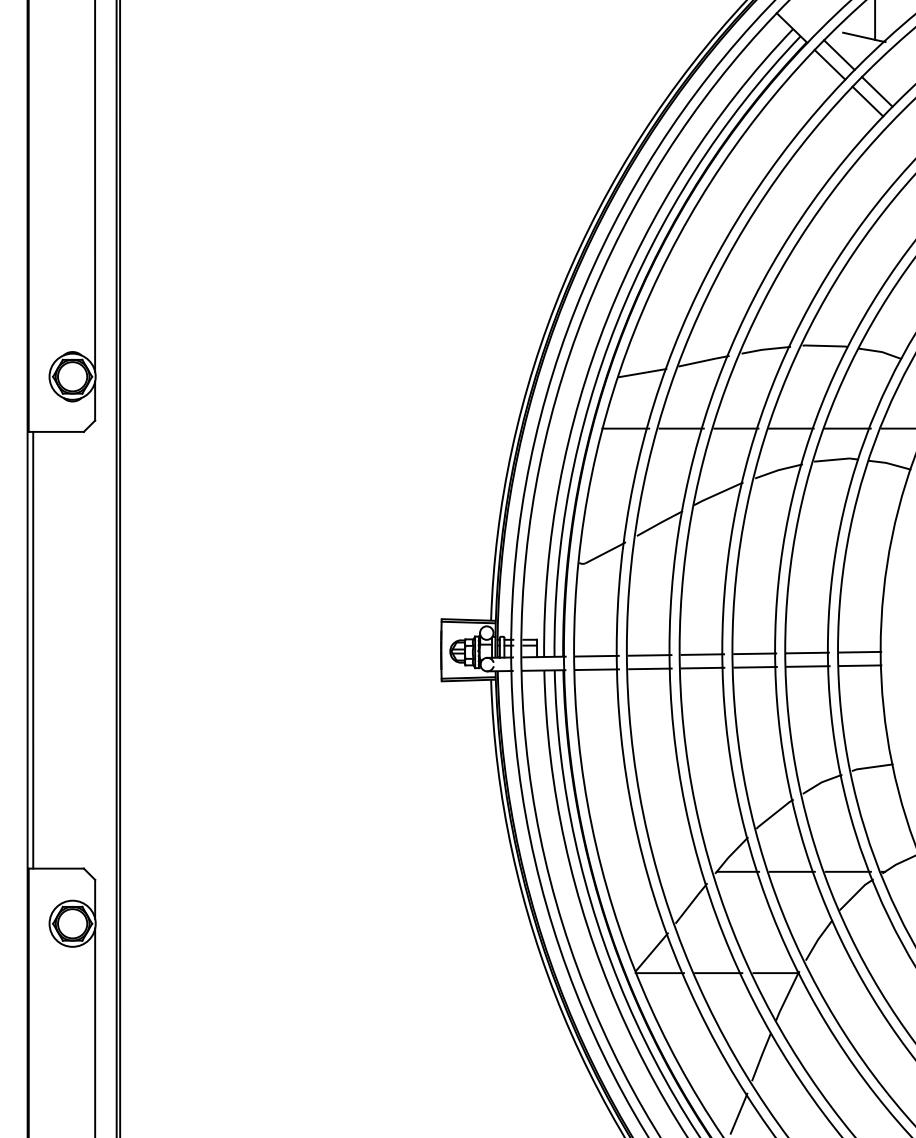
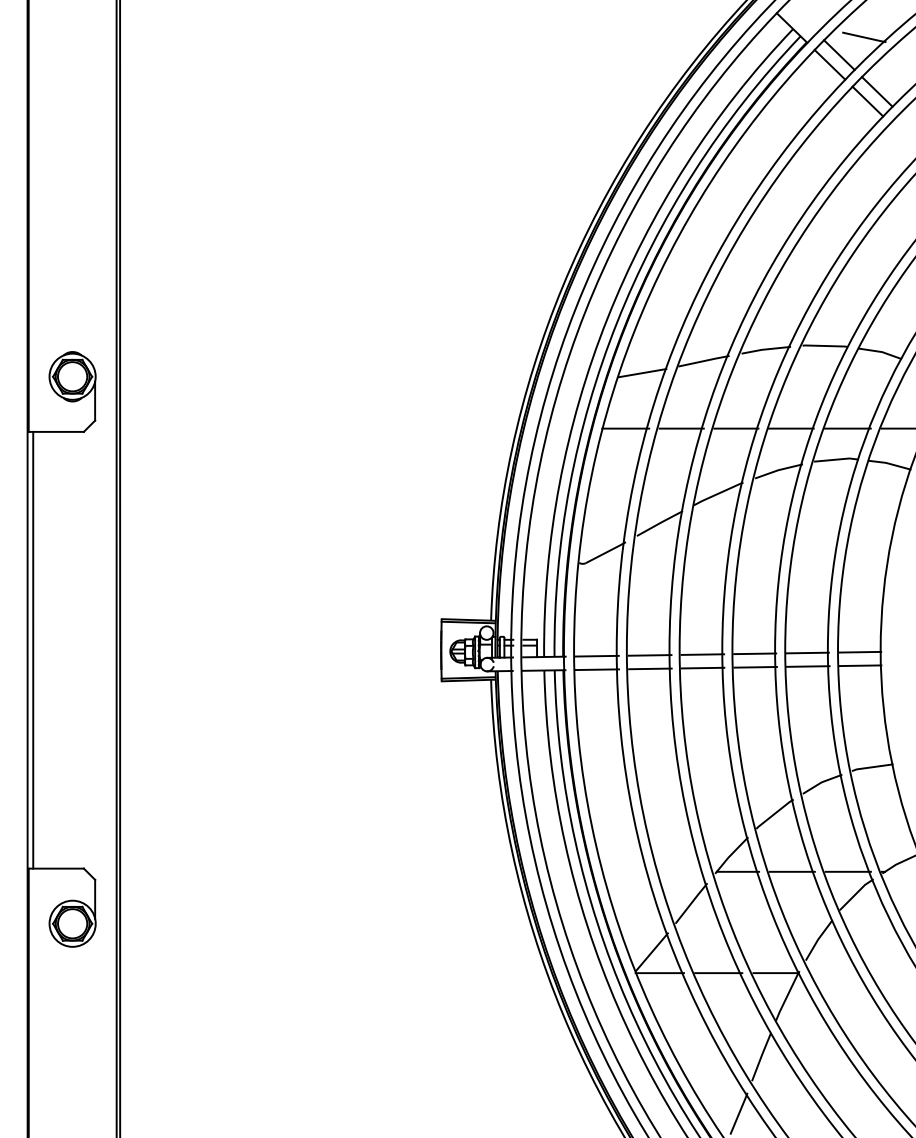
line at (875, 20): present -> none
line at (95, 186): present -> none
line at (95, 1031): present -> none
